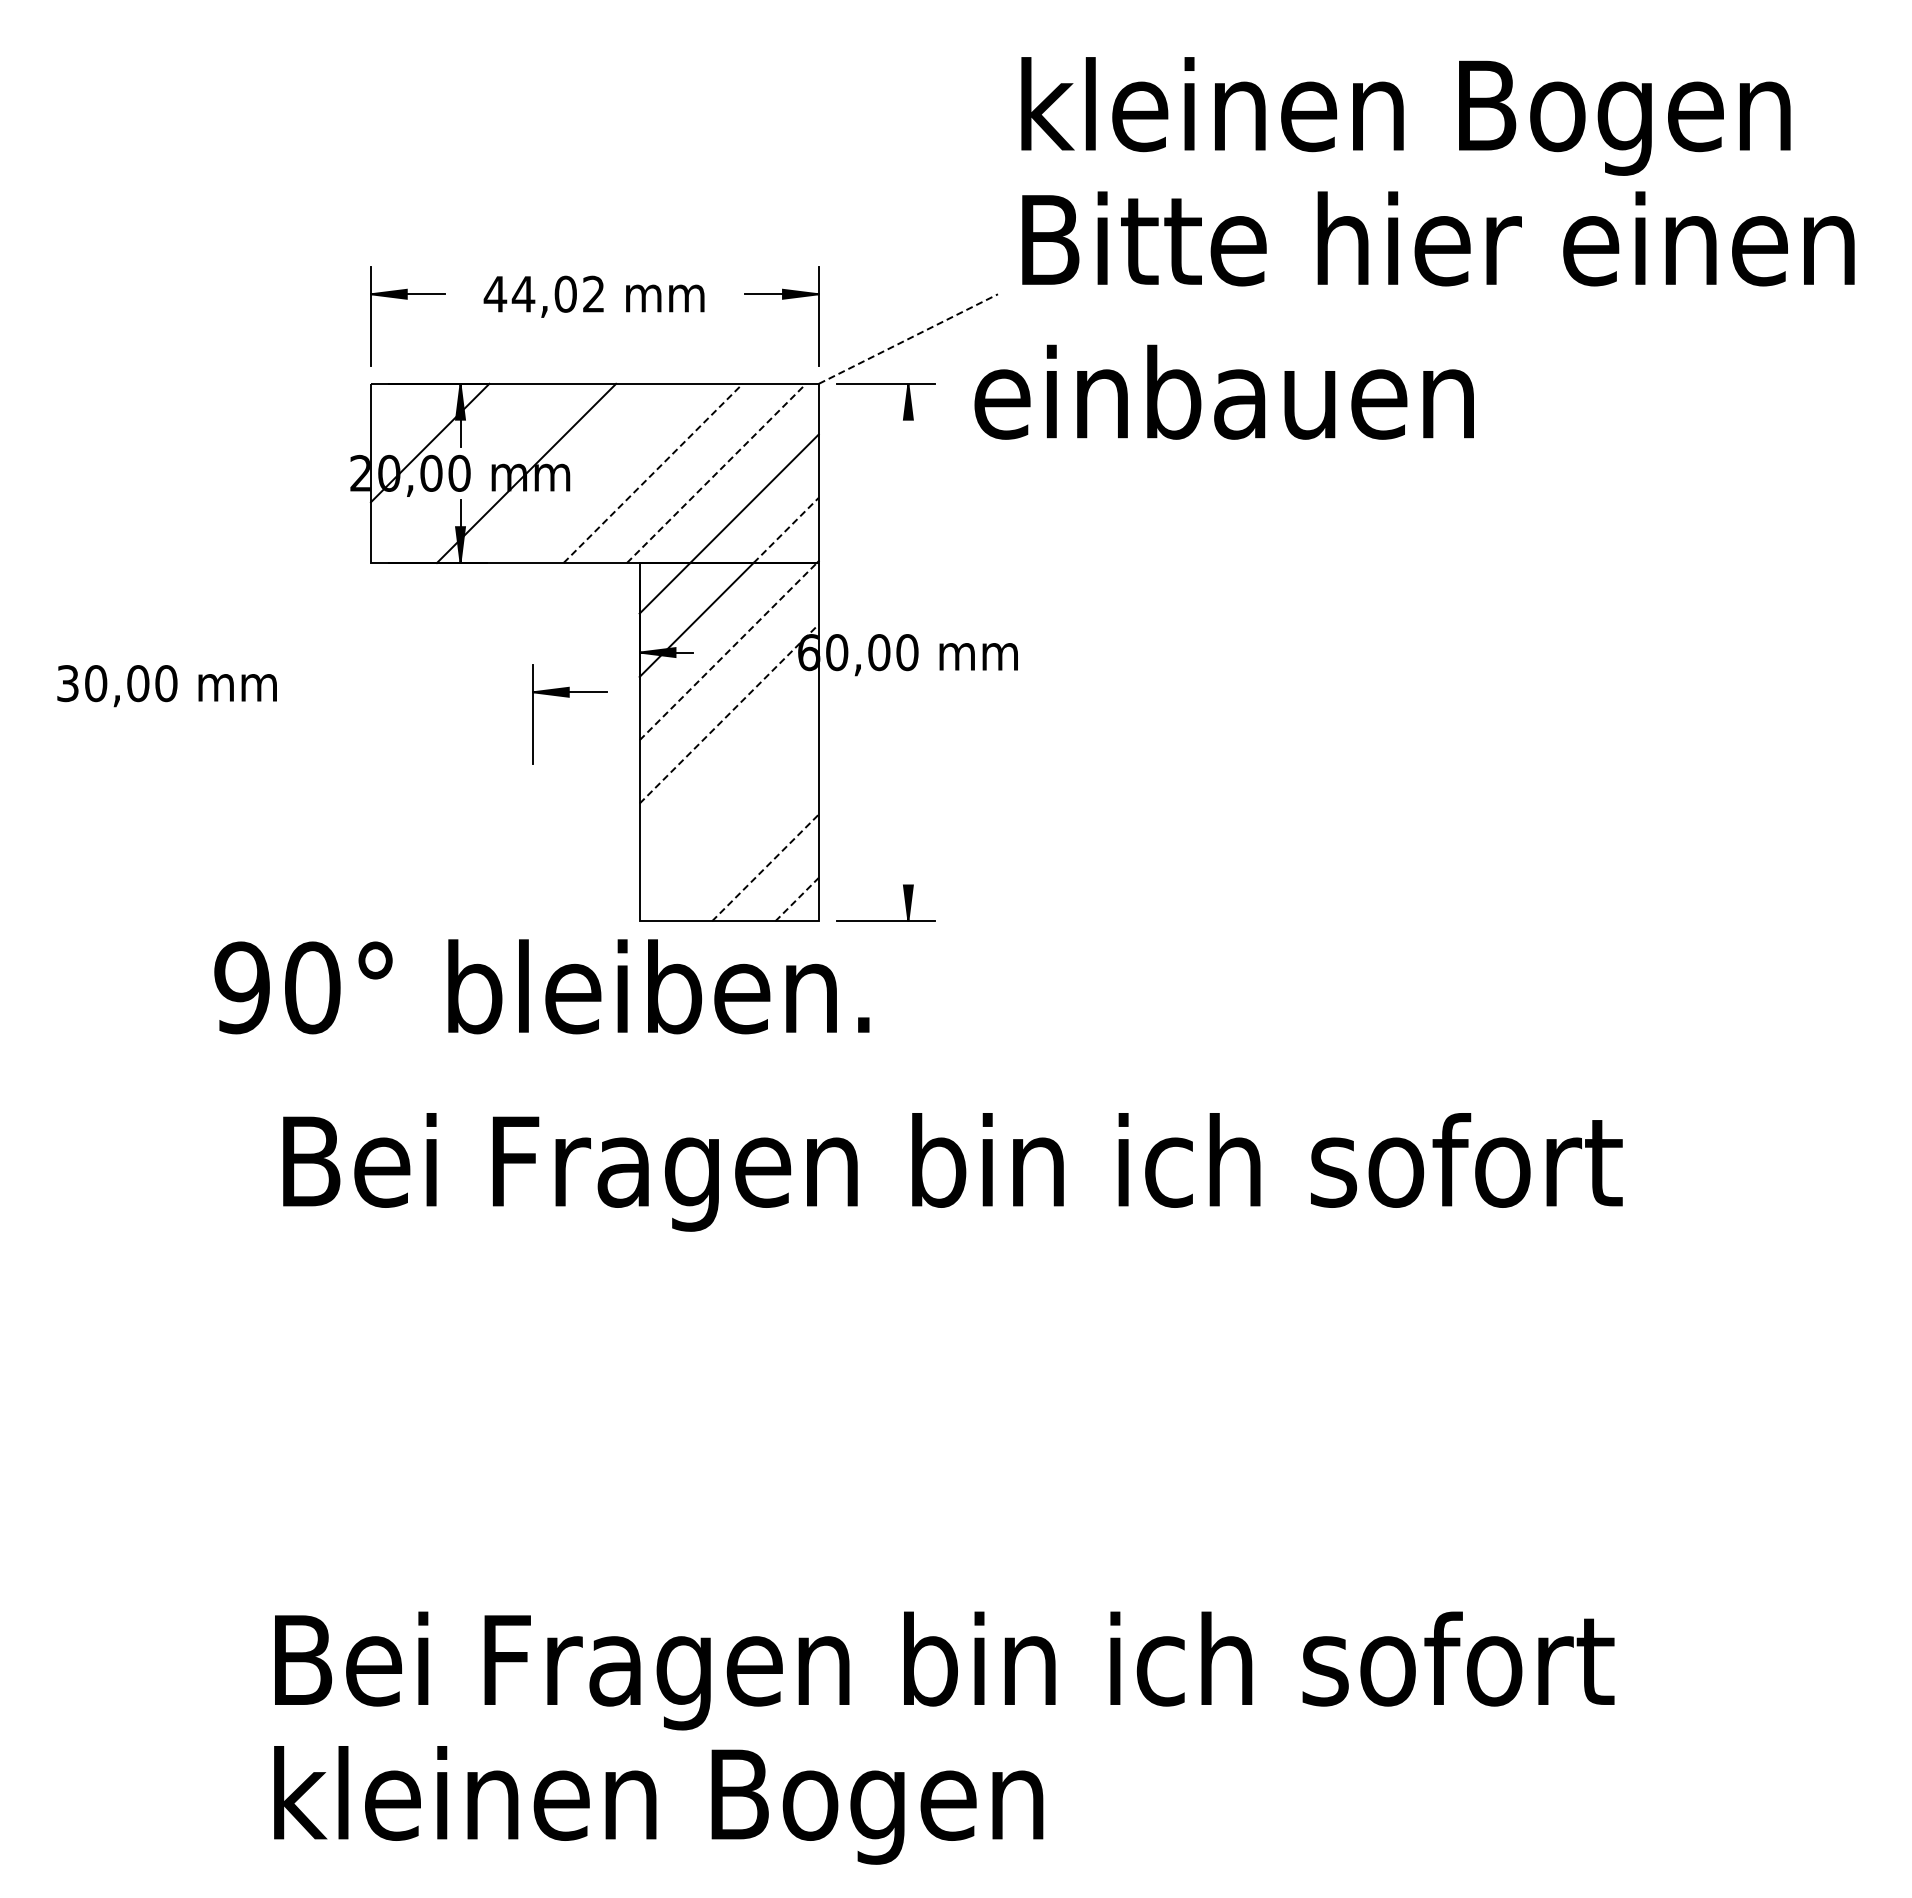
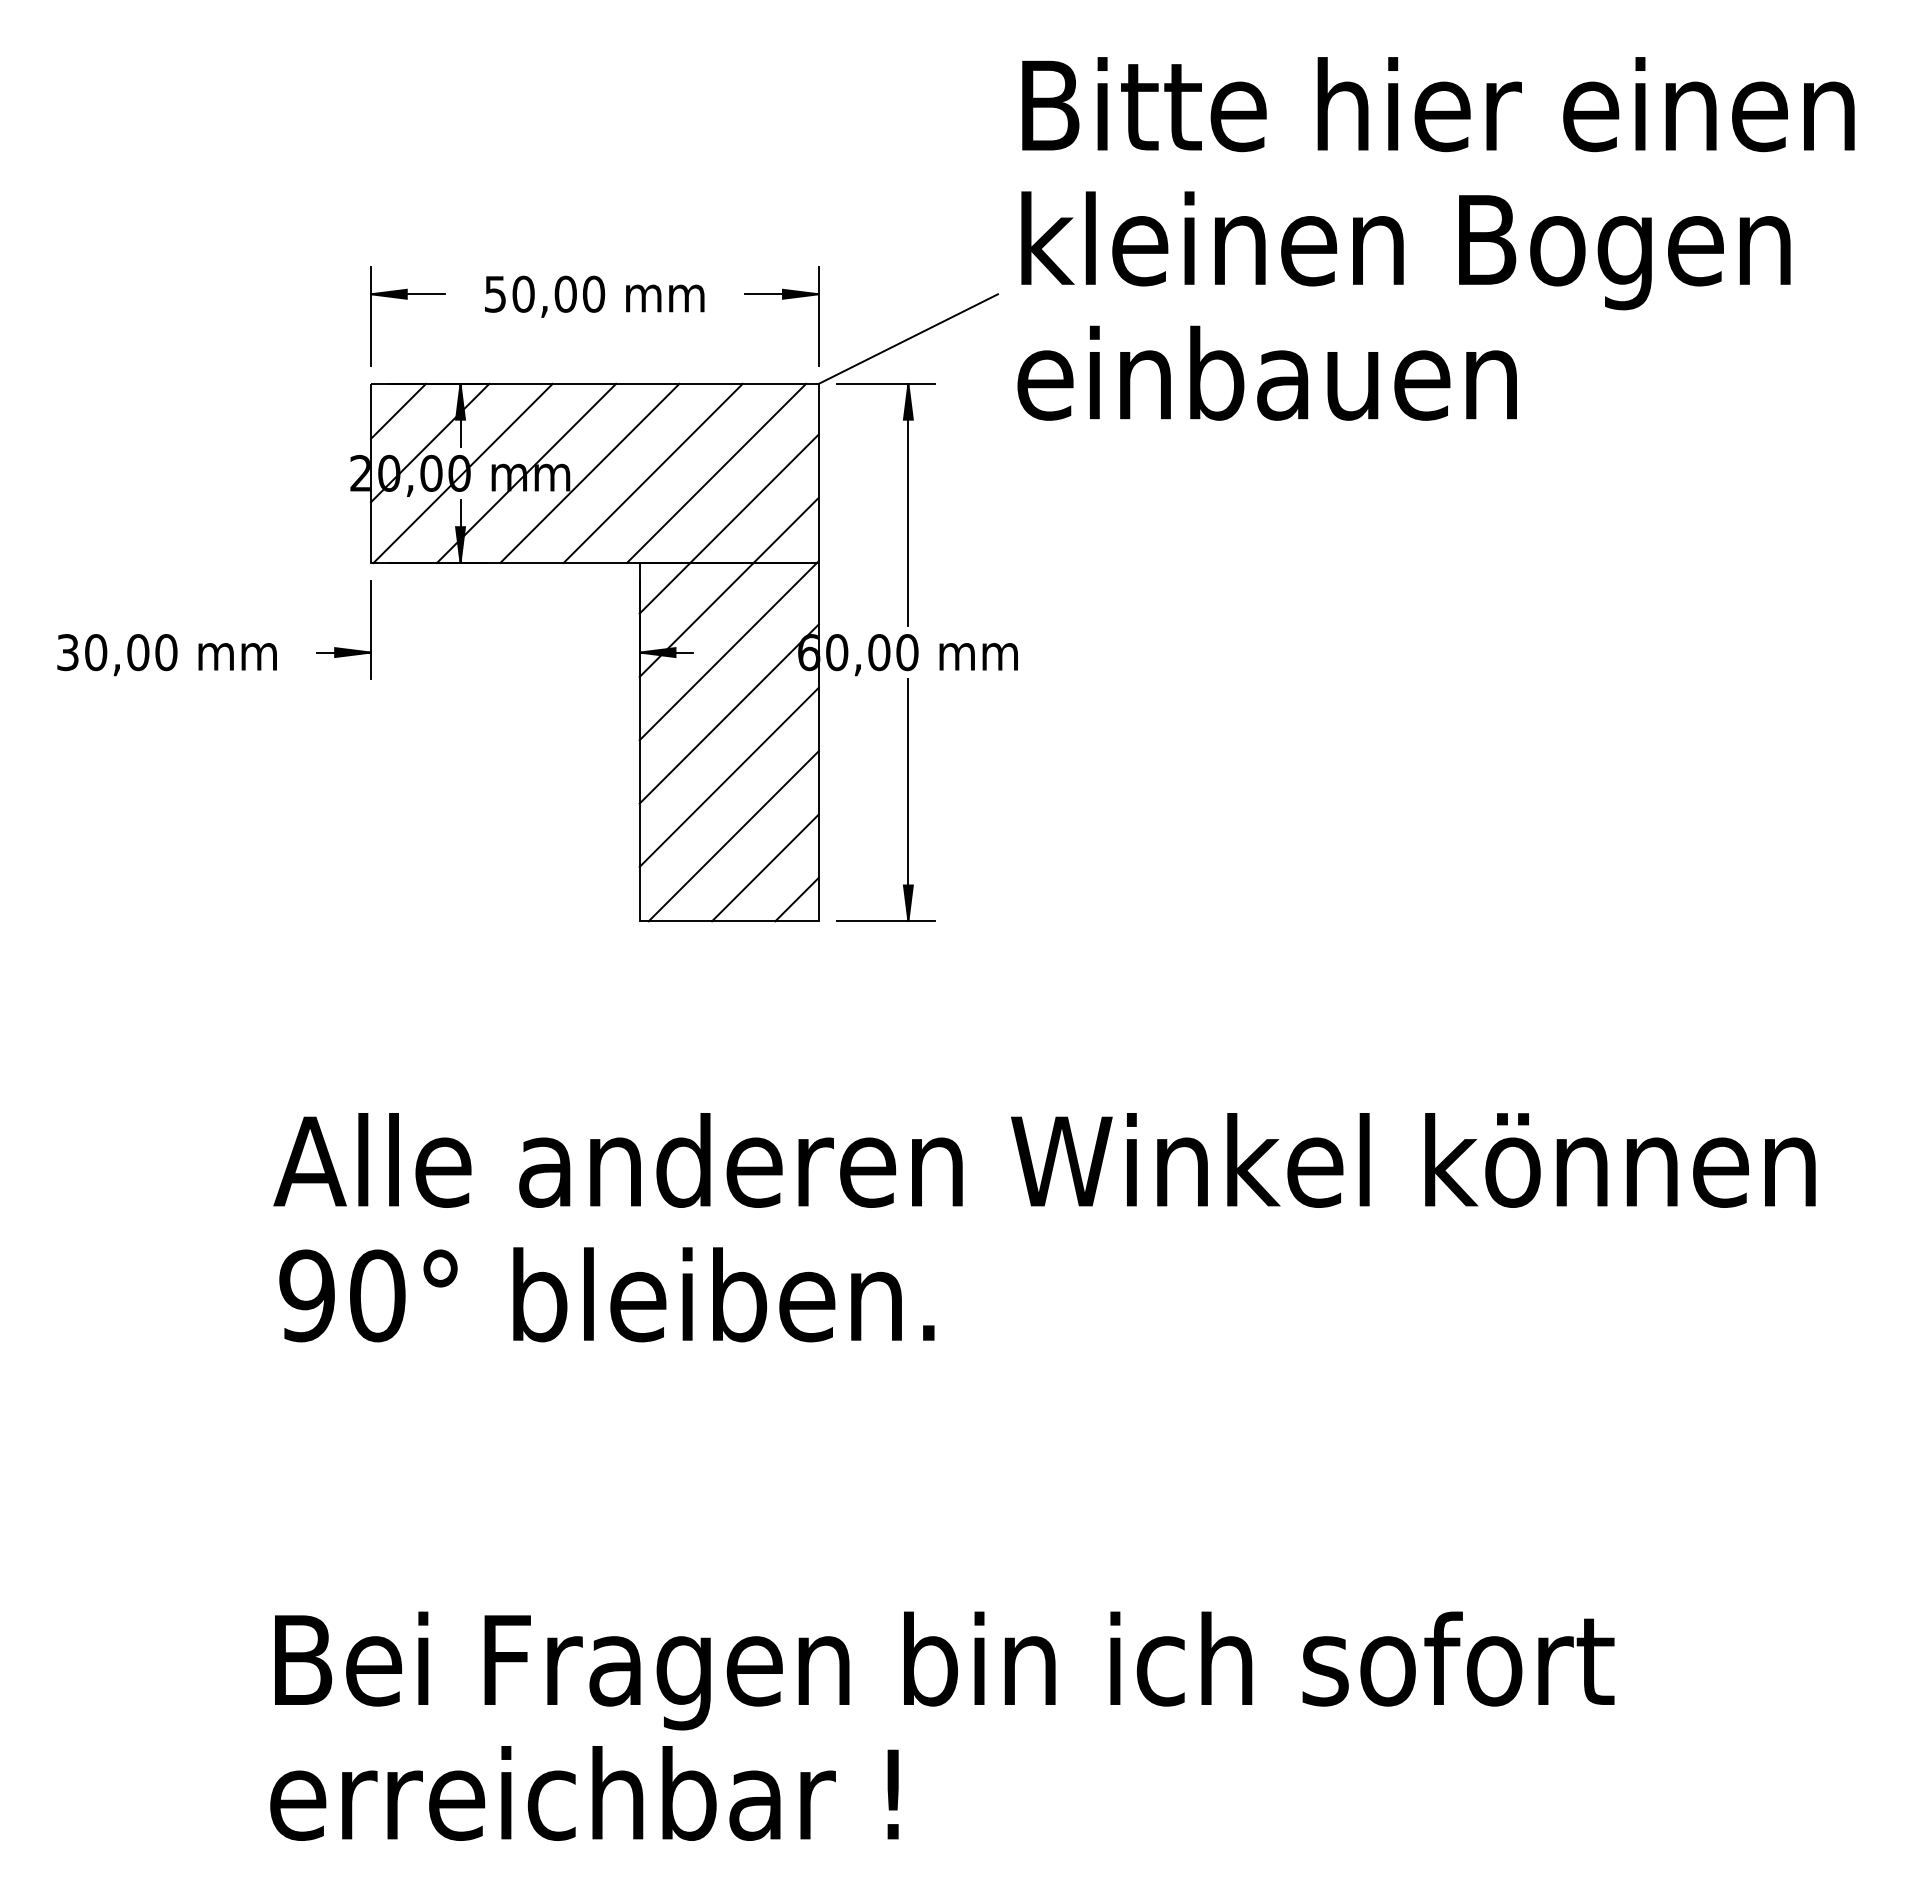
text at (1437, 116): kleinen Bogen -> Bitte hier einen
text at (1437, 250): Bitte hier einen -> kleinen Bogen
text at (544, 293): 44,02 -> 50,00
line at (908, 338): dashed -> solid
text at (1223, 391) position: (1223, 391) -> (1266, 372)
line at (398, 410): none -> present
line at (462, 473): none -> present
line at (589, 473): none -> present
line at (653, 473): dashed -> solid
line at (716, 473): dashed -> solid
line at (908, 504): none -> present
line at (786, 530): dashed -> solid
part at (340, 647): none -> present
line at (728, 651): dashed -> solid
text at (166, 686) position: (166, 686) -> (166, 655)
part at (569, 697): present -> none
line at (729, 714): dashed -> solid
line at (728, 776): none -> present
line at (908, 800): none -> present
line at (733, 836): none -> present
line at (765, 867): dashed -> solid
line at (797, 899): dashed -> solid
text at (541, 986) position: (541, 986) -> (606, 1294)
text at (1044, 1172): Bei Fragen bin ich sofort -> Alle anderen Winkel können
text at (656, 1805): kleinen Bogen -> erreichbar !
